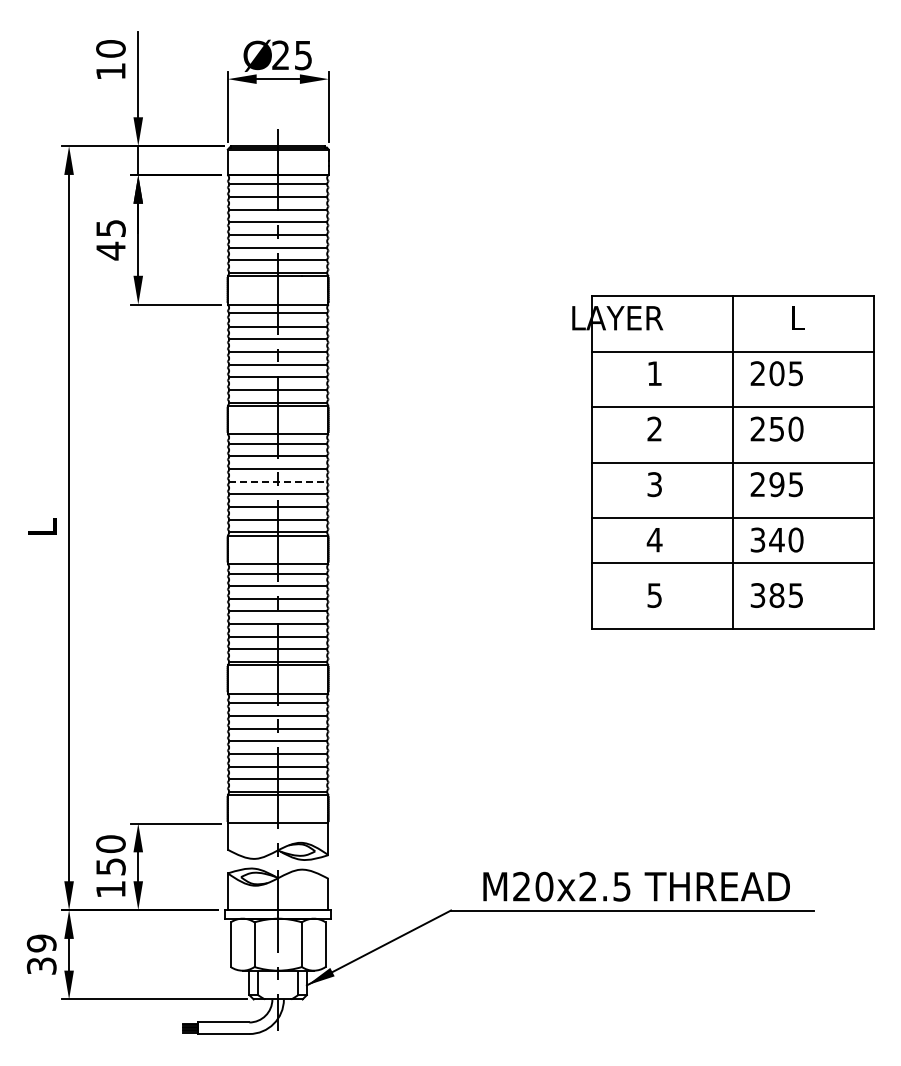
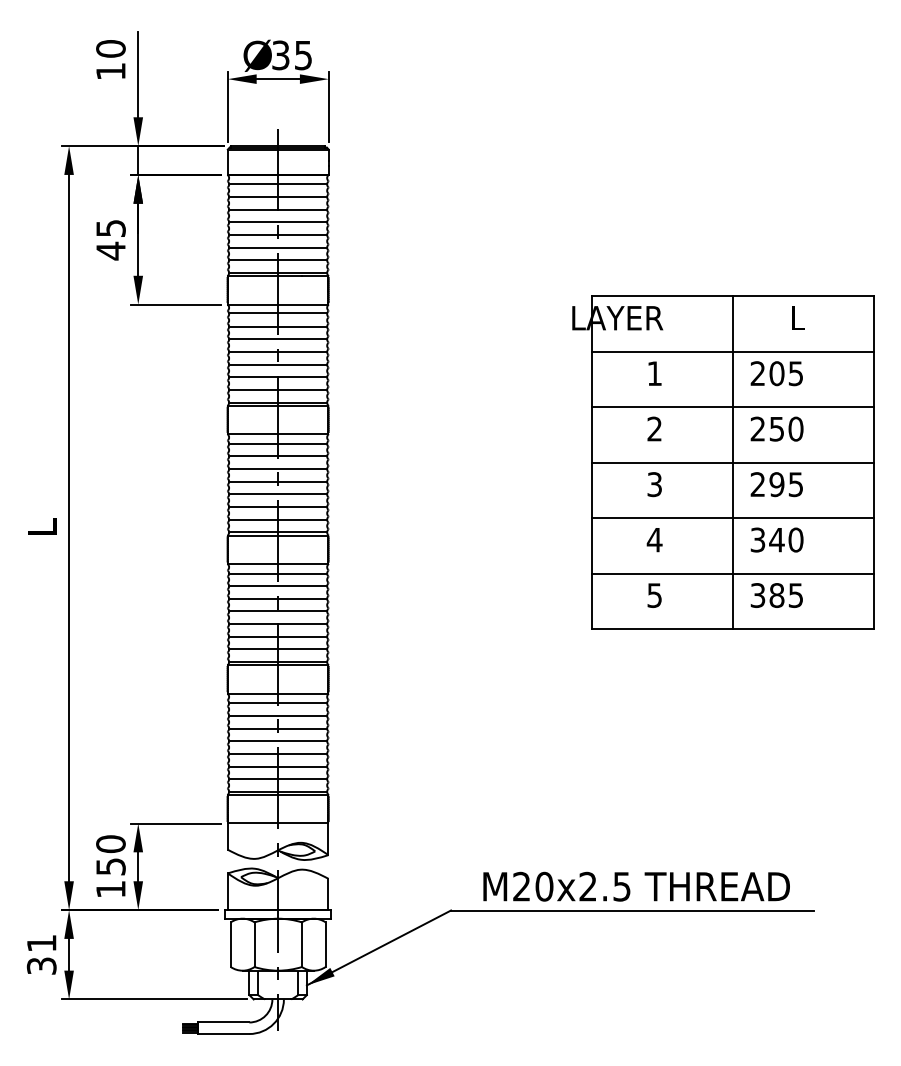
text at (280, 55): 25 -> 35
line at (278, 481): dashed -> solid
line at (733, 562) position: (733, 562) -> (733, 573)
text at (41, 943): 39 -> 31
